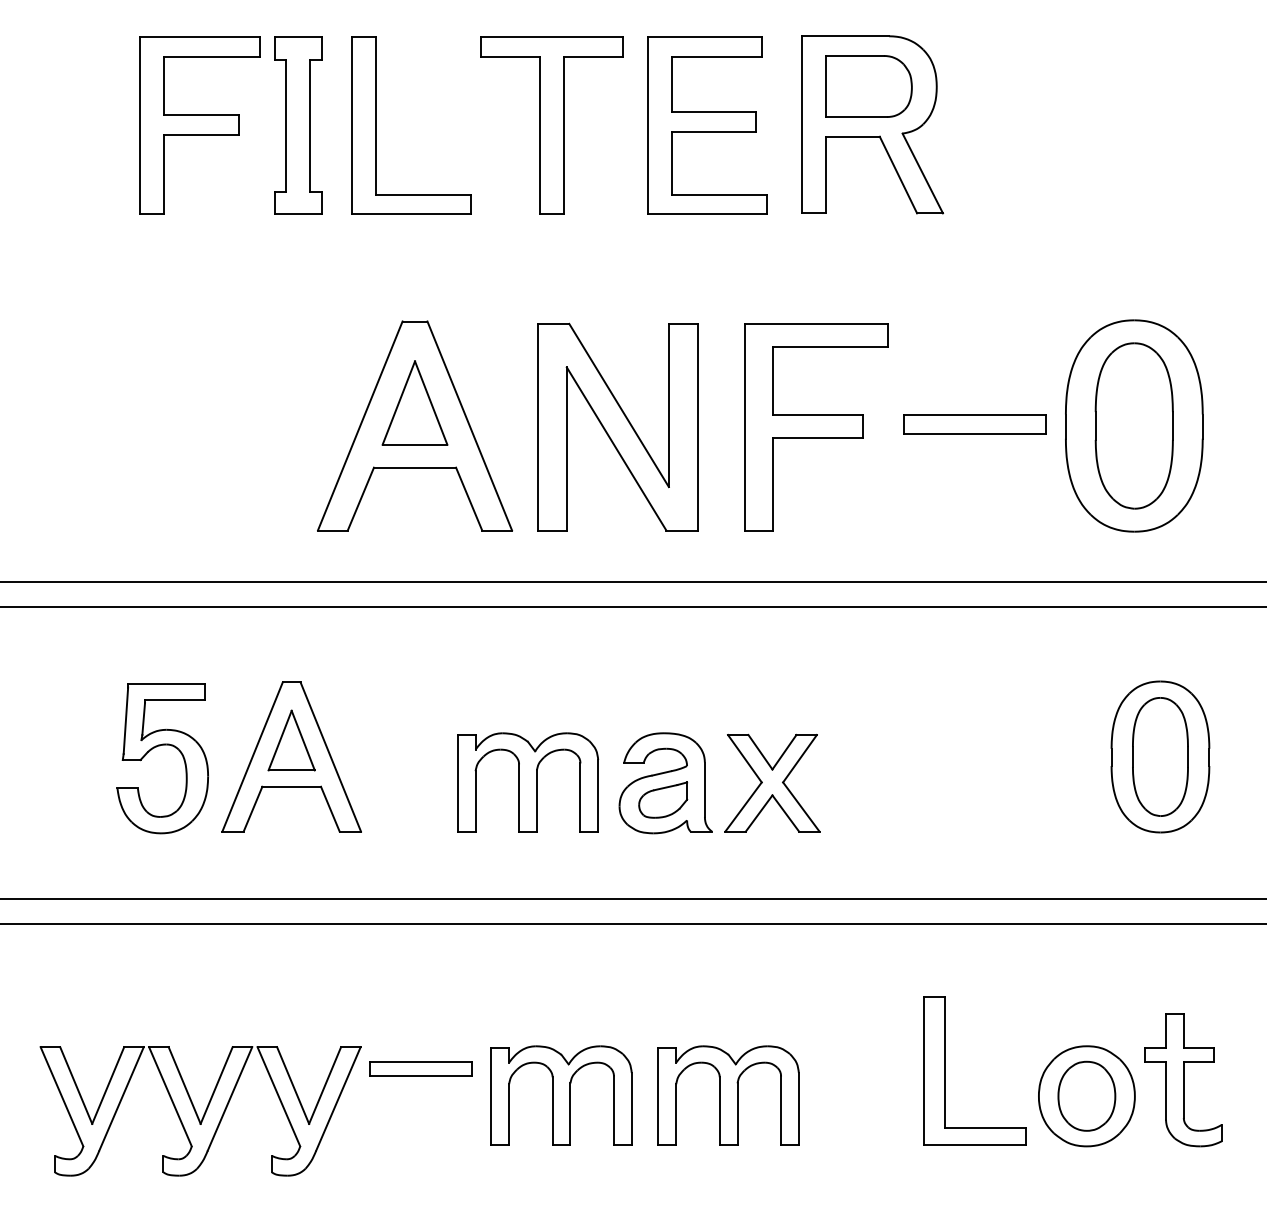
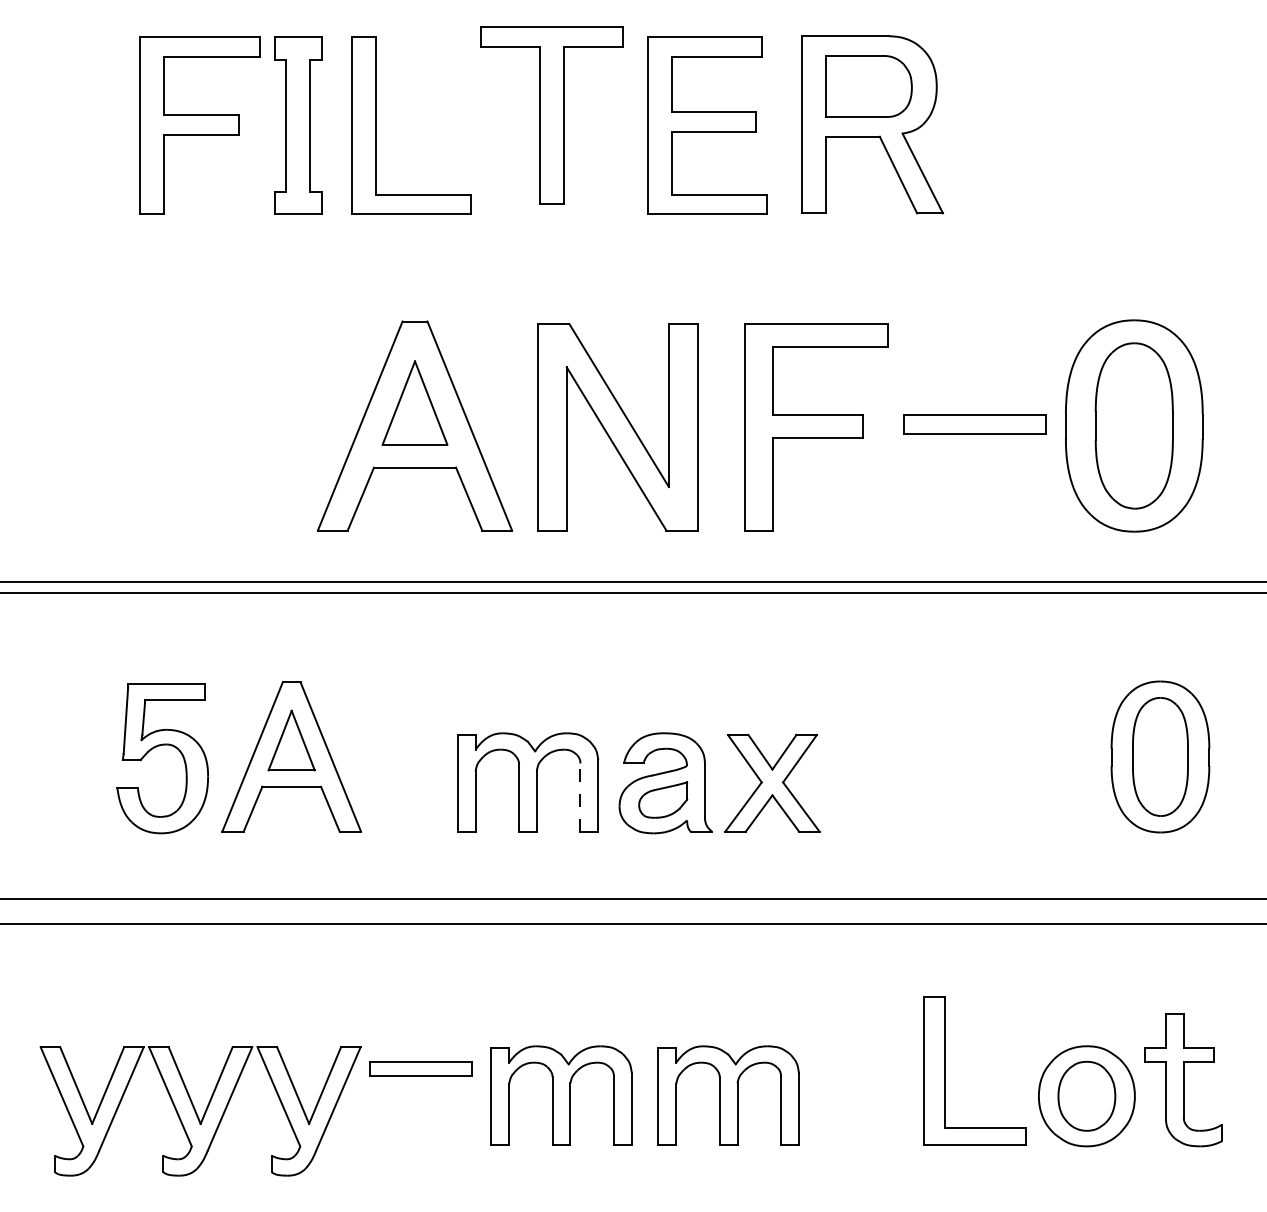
part at (551, 125) position: (551, 125) -> (551, 115)
line at (632, 607) position: (632, 607) -> (632, 593)
line at (580, 797): solid -> dashed
